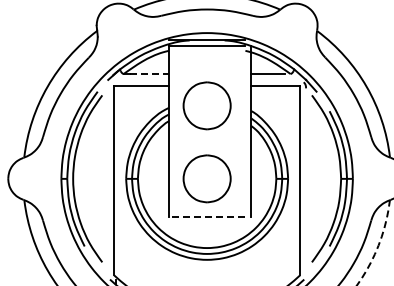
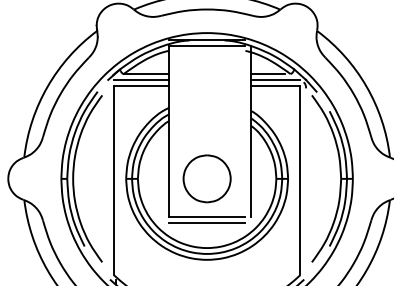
line at (149, 74): dashed -> solid
line at (141, 79): none -> present
line at (275, 79): none -> present
part at (206, 105): present -> none
line at (206, 217): dashed -> solid
line at (206, 223): none -> present
arc at (378, 245): dashed -> solid
